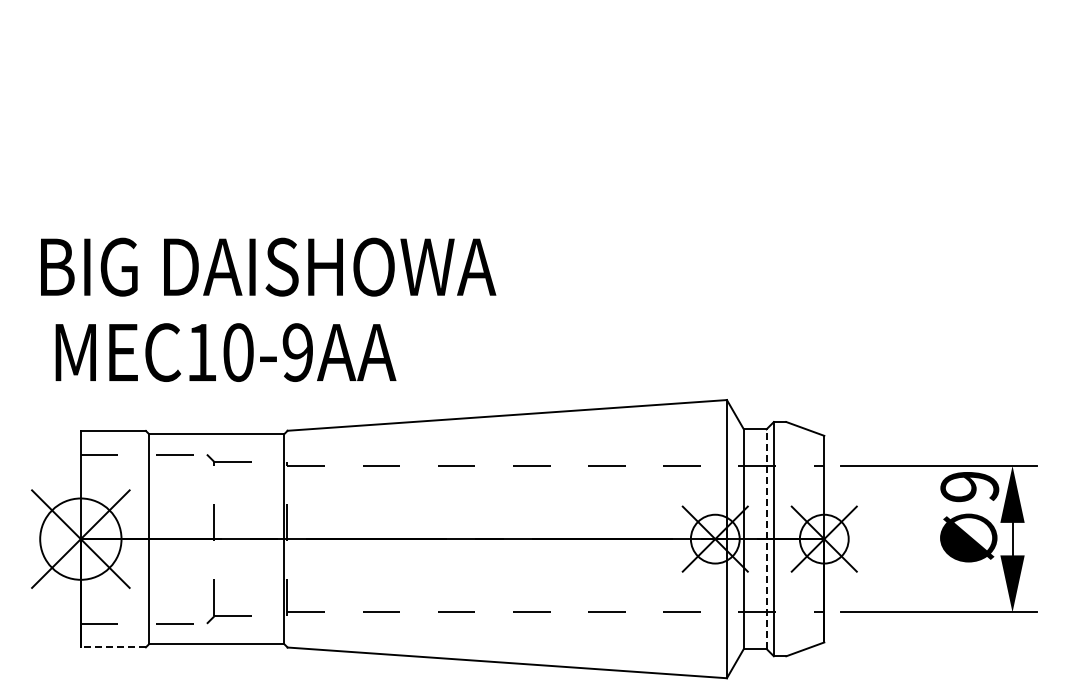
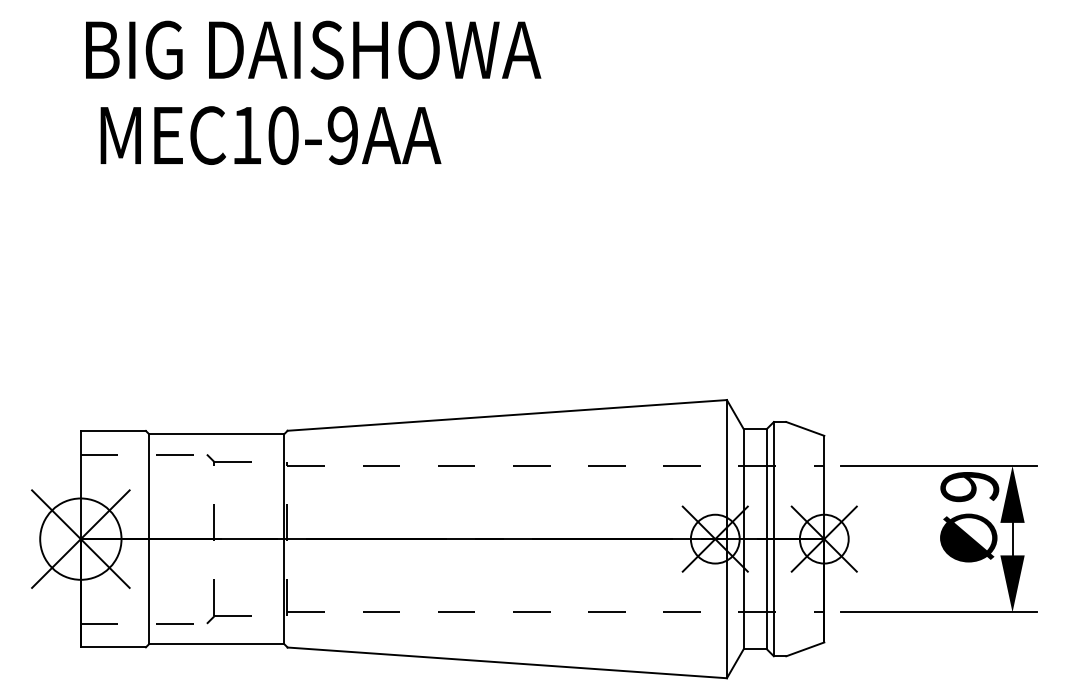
text at (268, 309) position: (268, 309) -> (313, 92)
line at (766, 539): dashed -> solid
line at (113, 647): dashed -> solid
